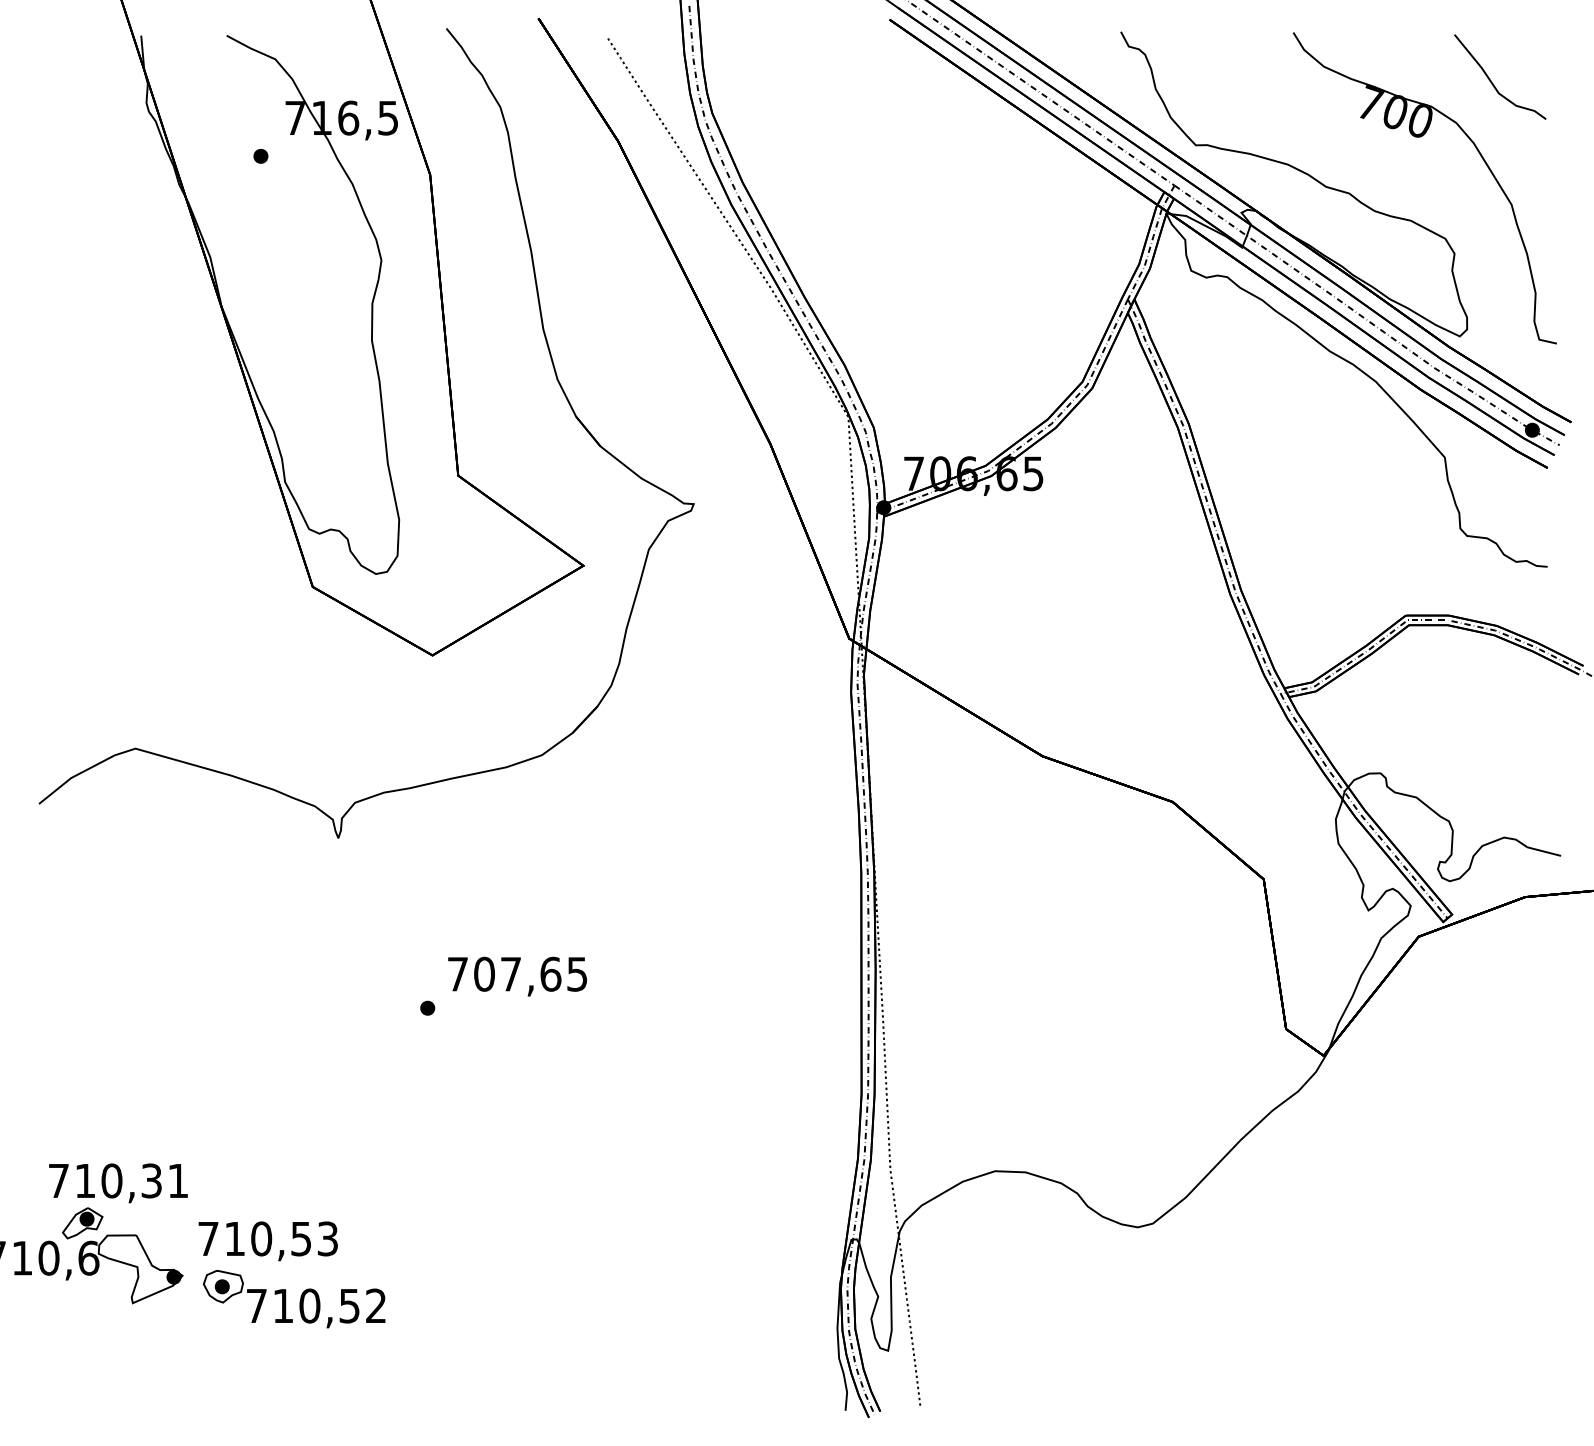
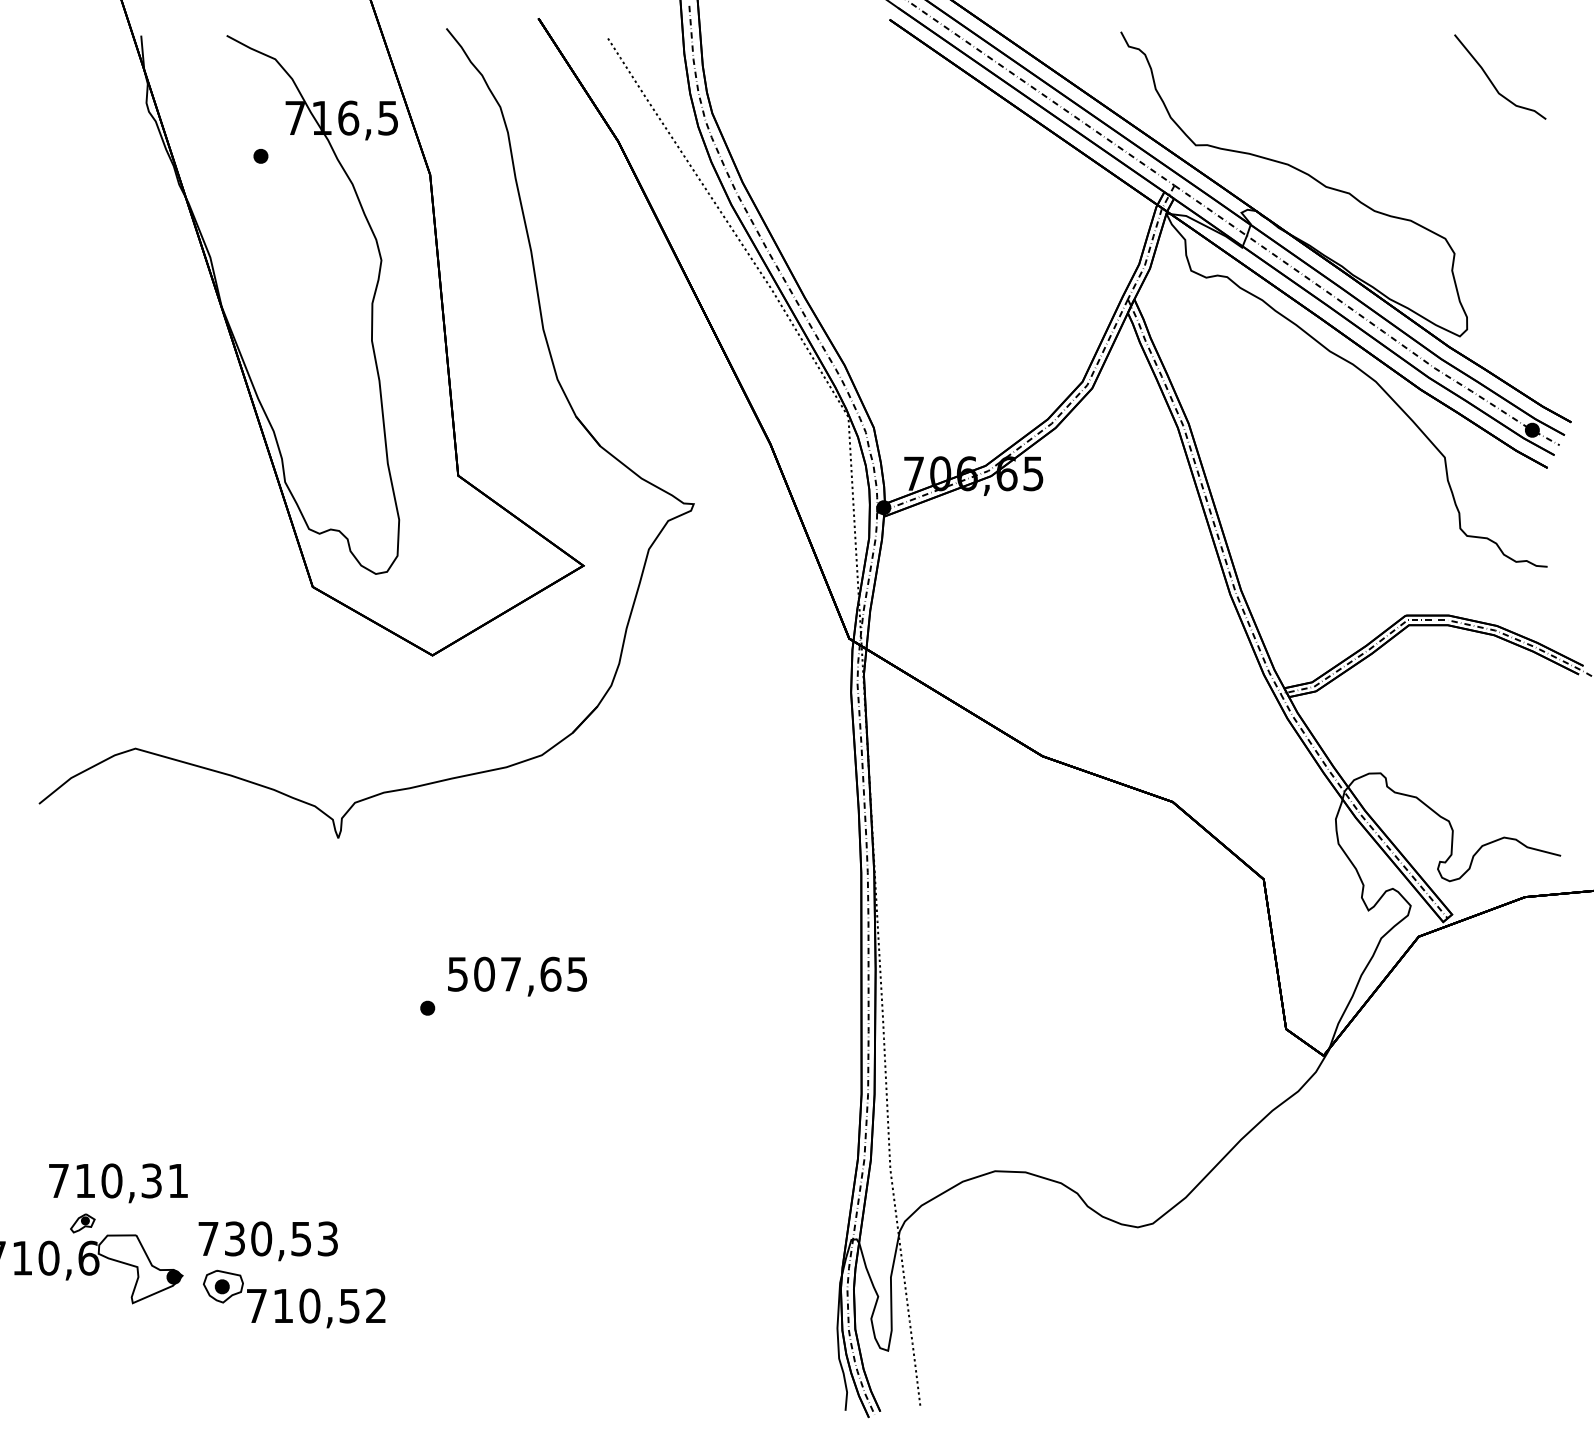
part at (1420, 137): present -> none
text at (457, 974): 707,65 -> 507,65
part at (82, 1223) size: 42x33 px -> 26x21 px
text at (234, 1238): 710,53 -> 730,53
